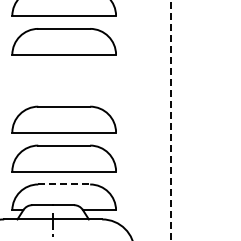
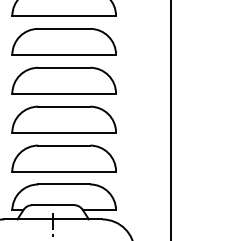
part at (63, 80): none -> present
line at (171, 120): dashed -> solid
line at (64, 184): dashed -> solid
